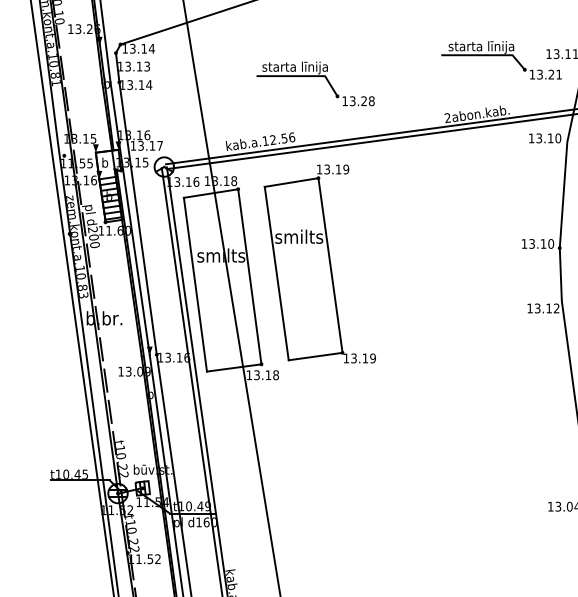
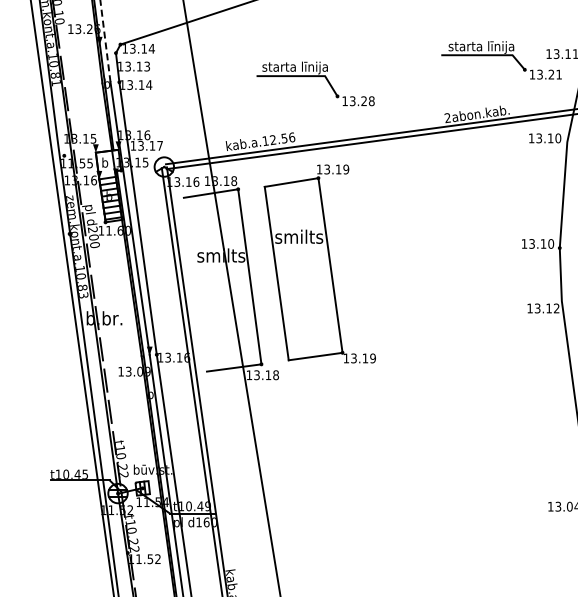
line at (105, 41): solid -> dashed
line at (194, 284): present -> none
